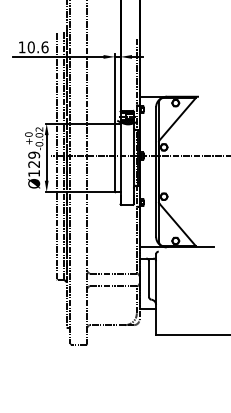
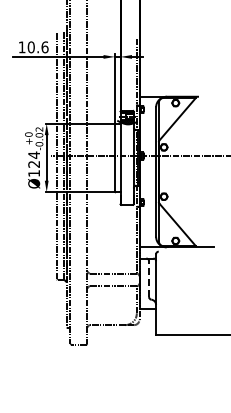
text at (34, 154): Ø129 -> Ø124
line at (149, 279): solid -> dashed
